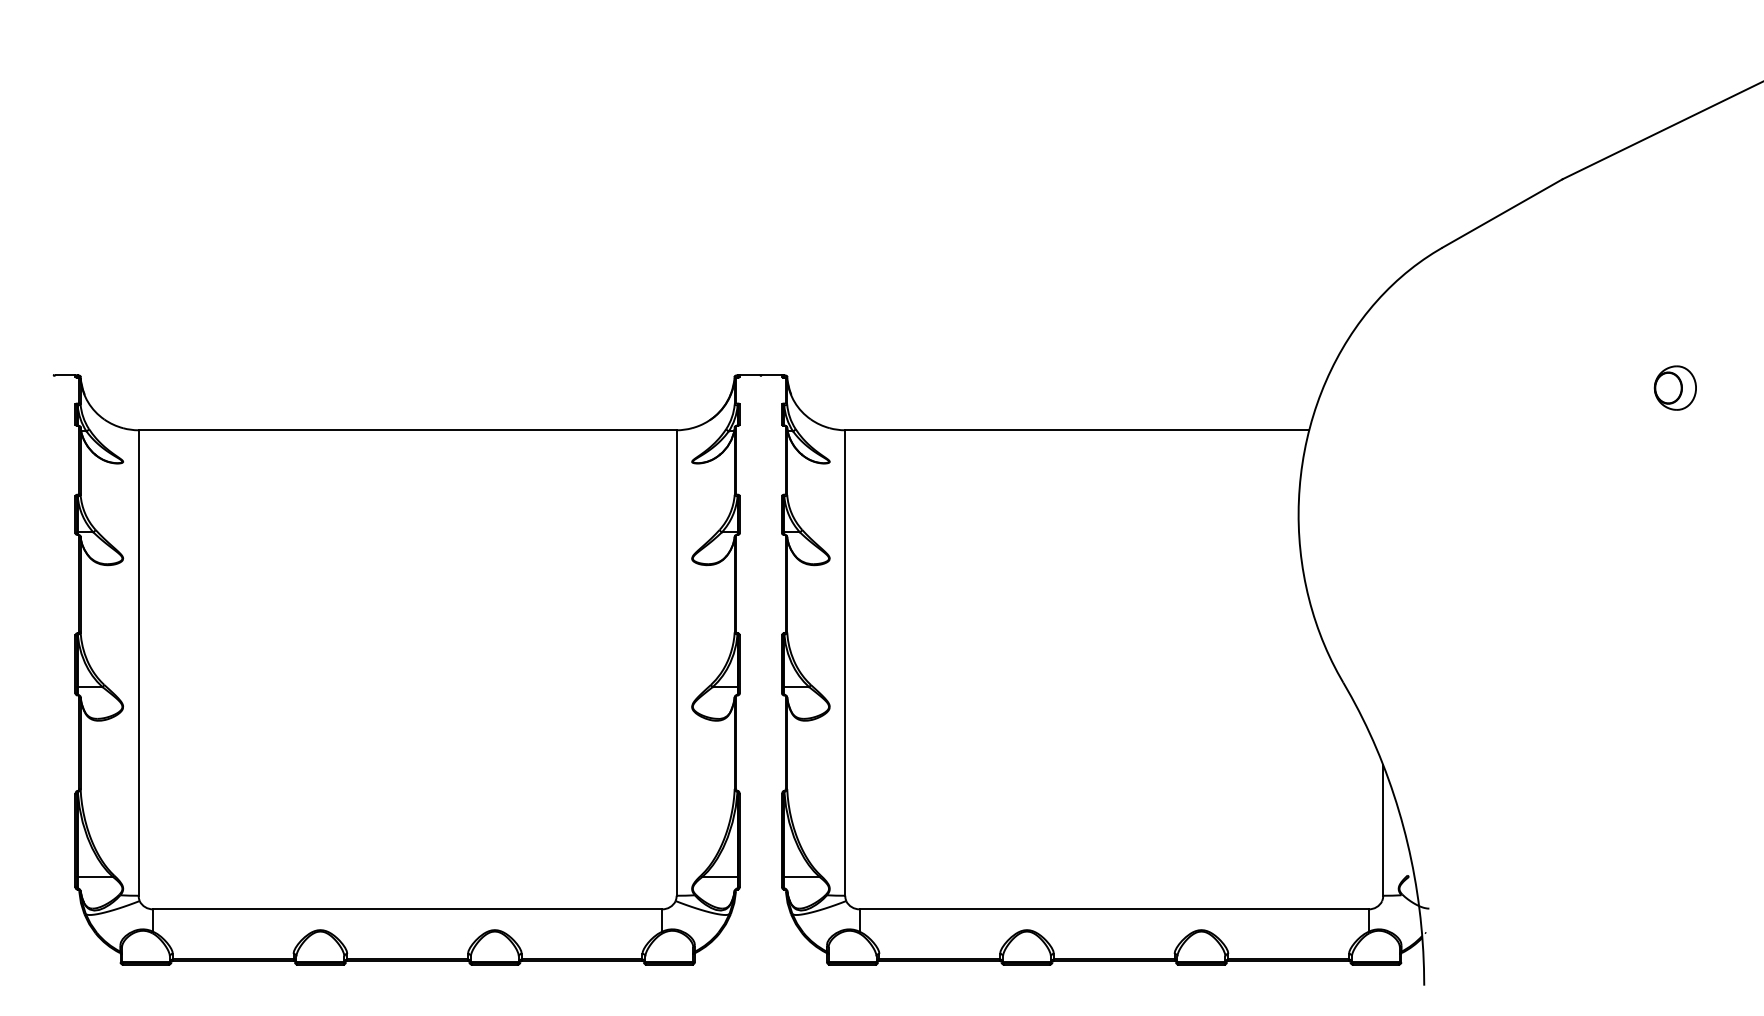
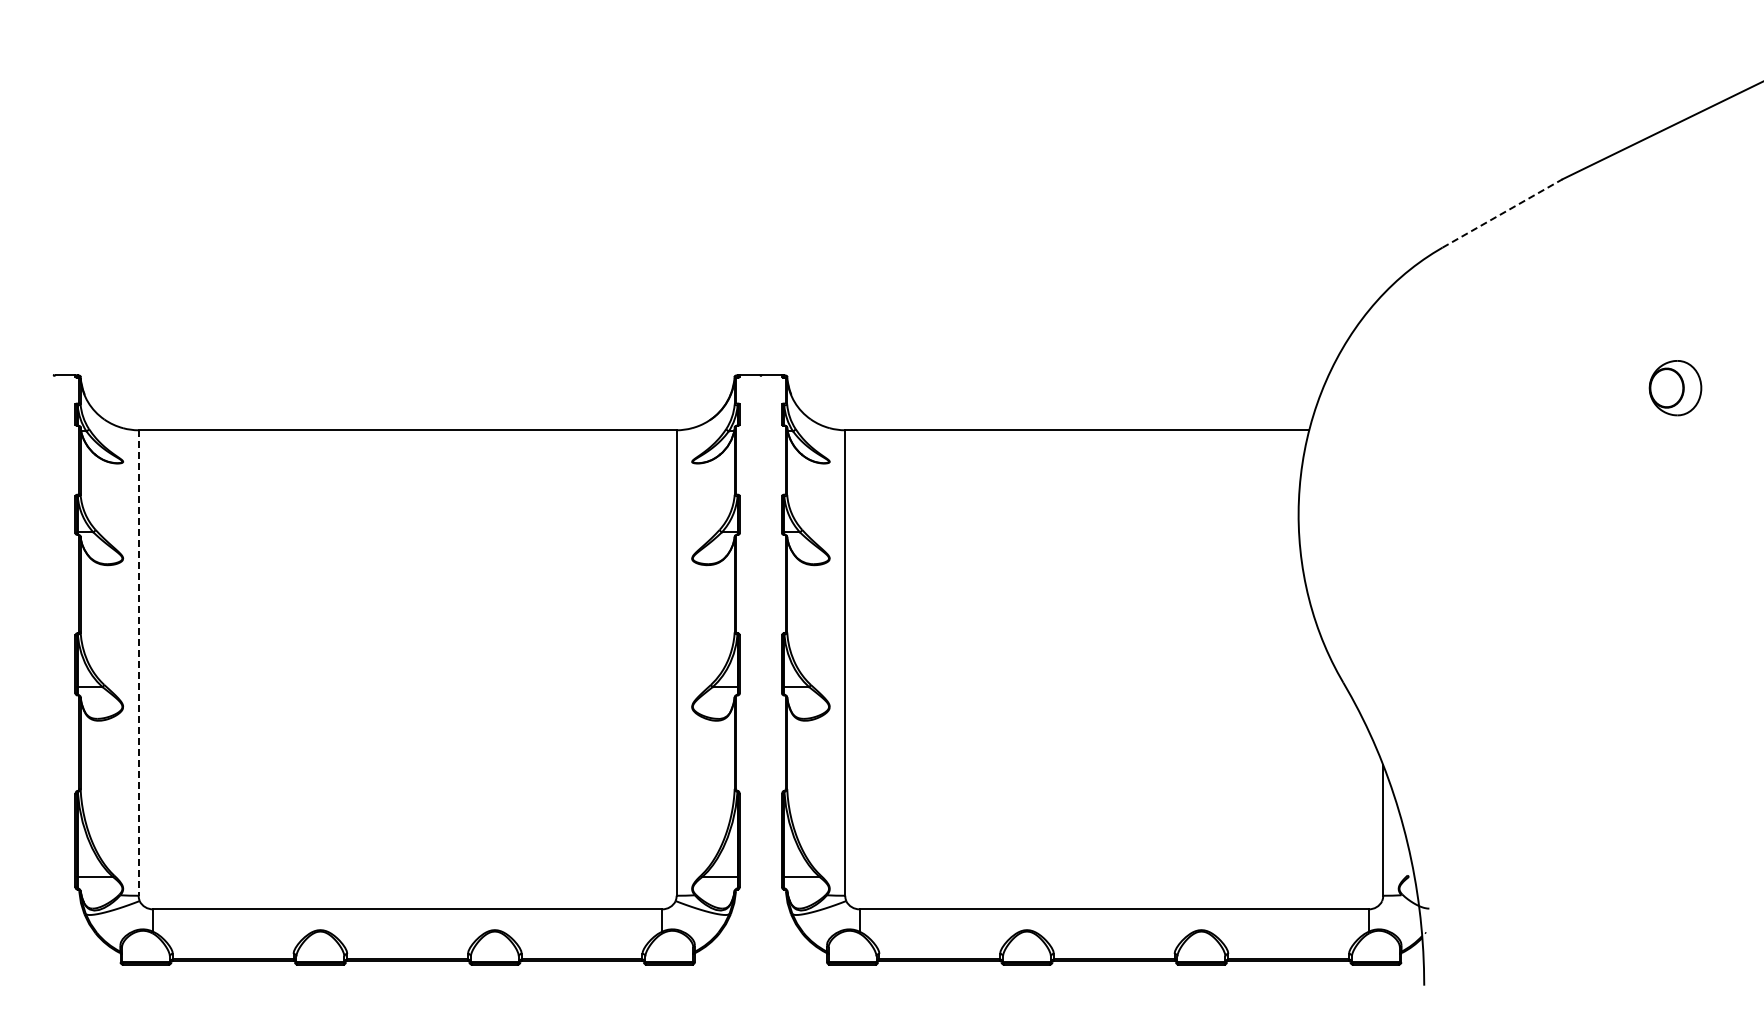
line at (1503, 213): solid -> dashed
part at (1674, 387) size: 44x46 px -> 55x57 px
line at (138, 663): solid -> dashed
